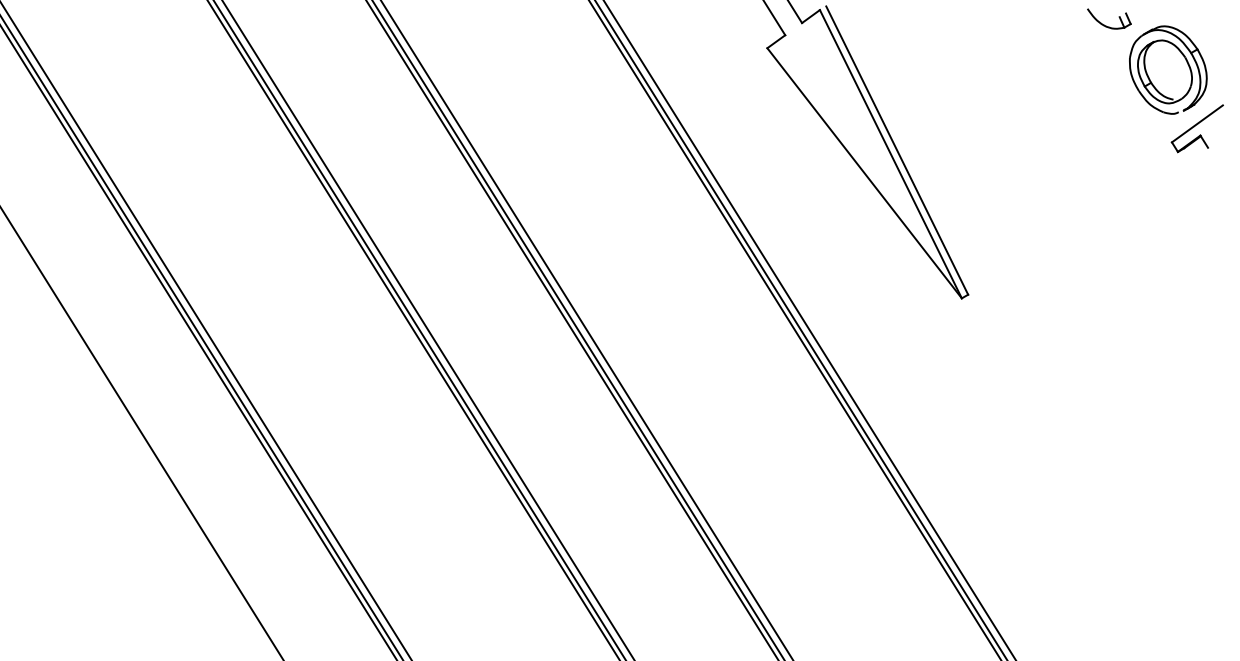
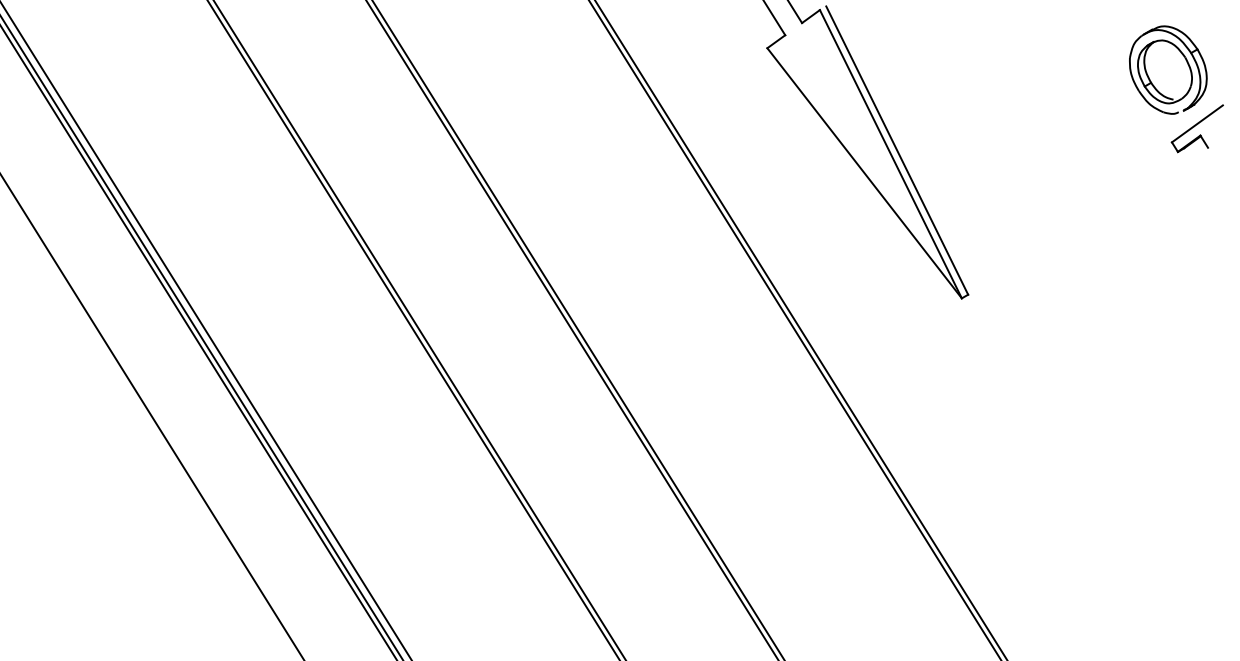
part at (1106, 25): present -> none
line at (427, 329): present -> none
line at (586, 329): present -> none
line at (809, 329): present -> none
line at (141, 433) position: (141, 433) -> (152, 417)
